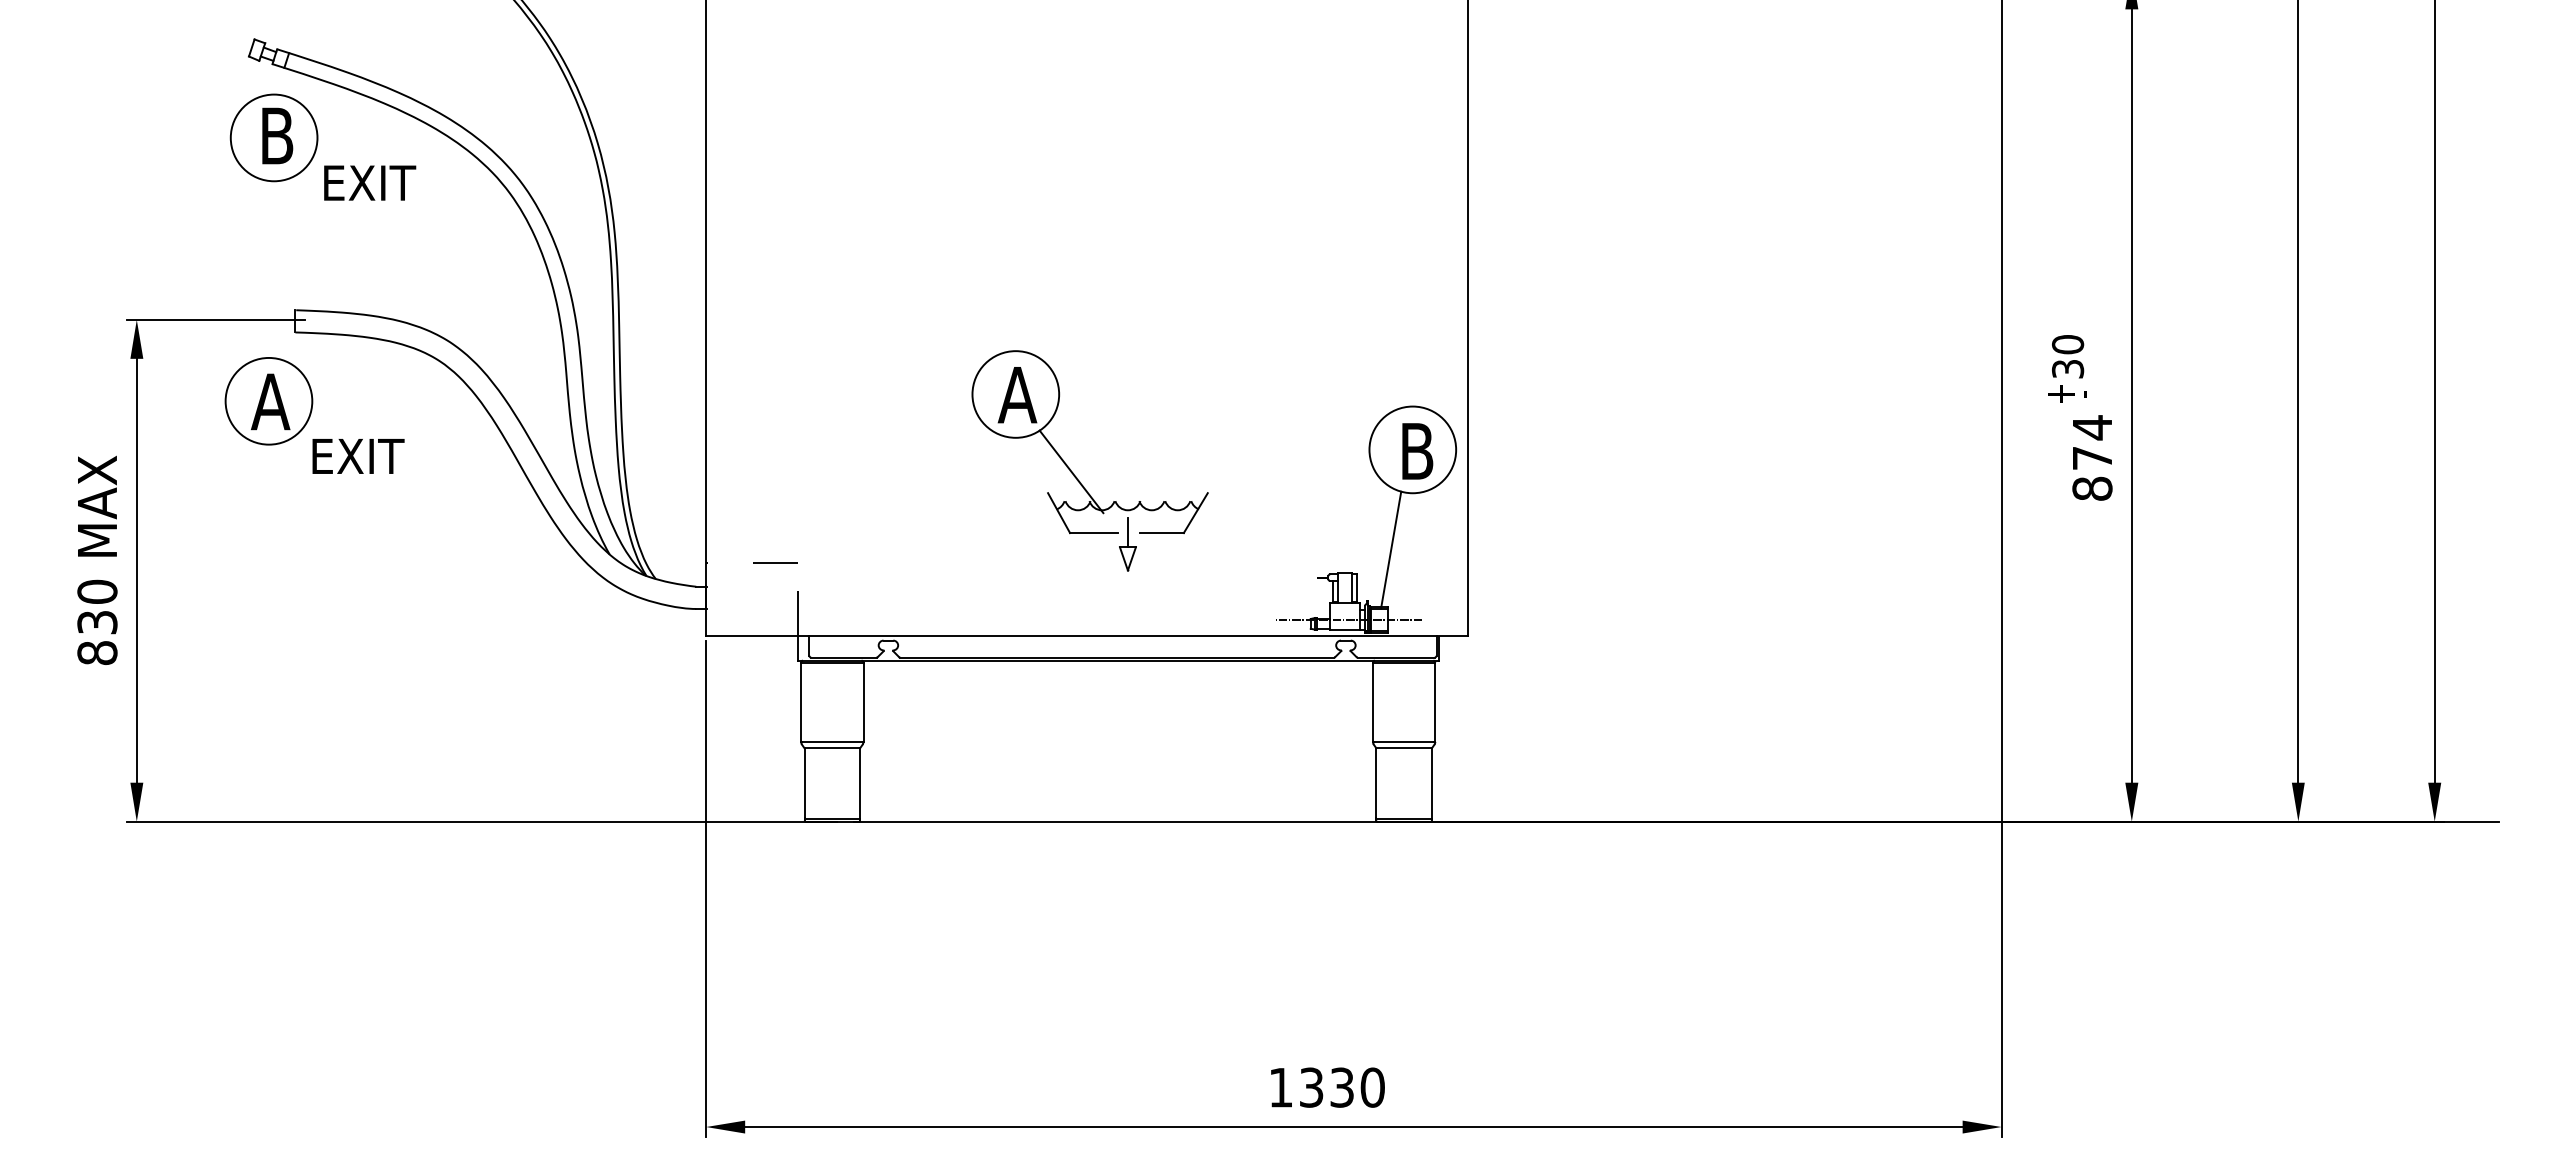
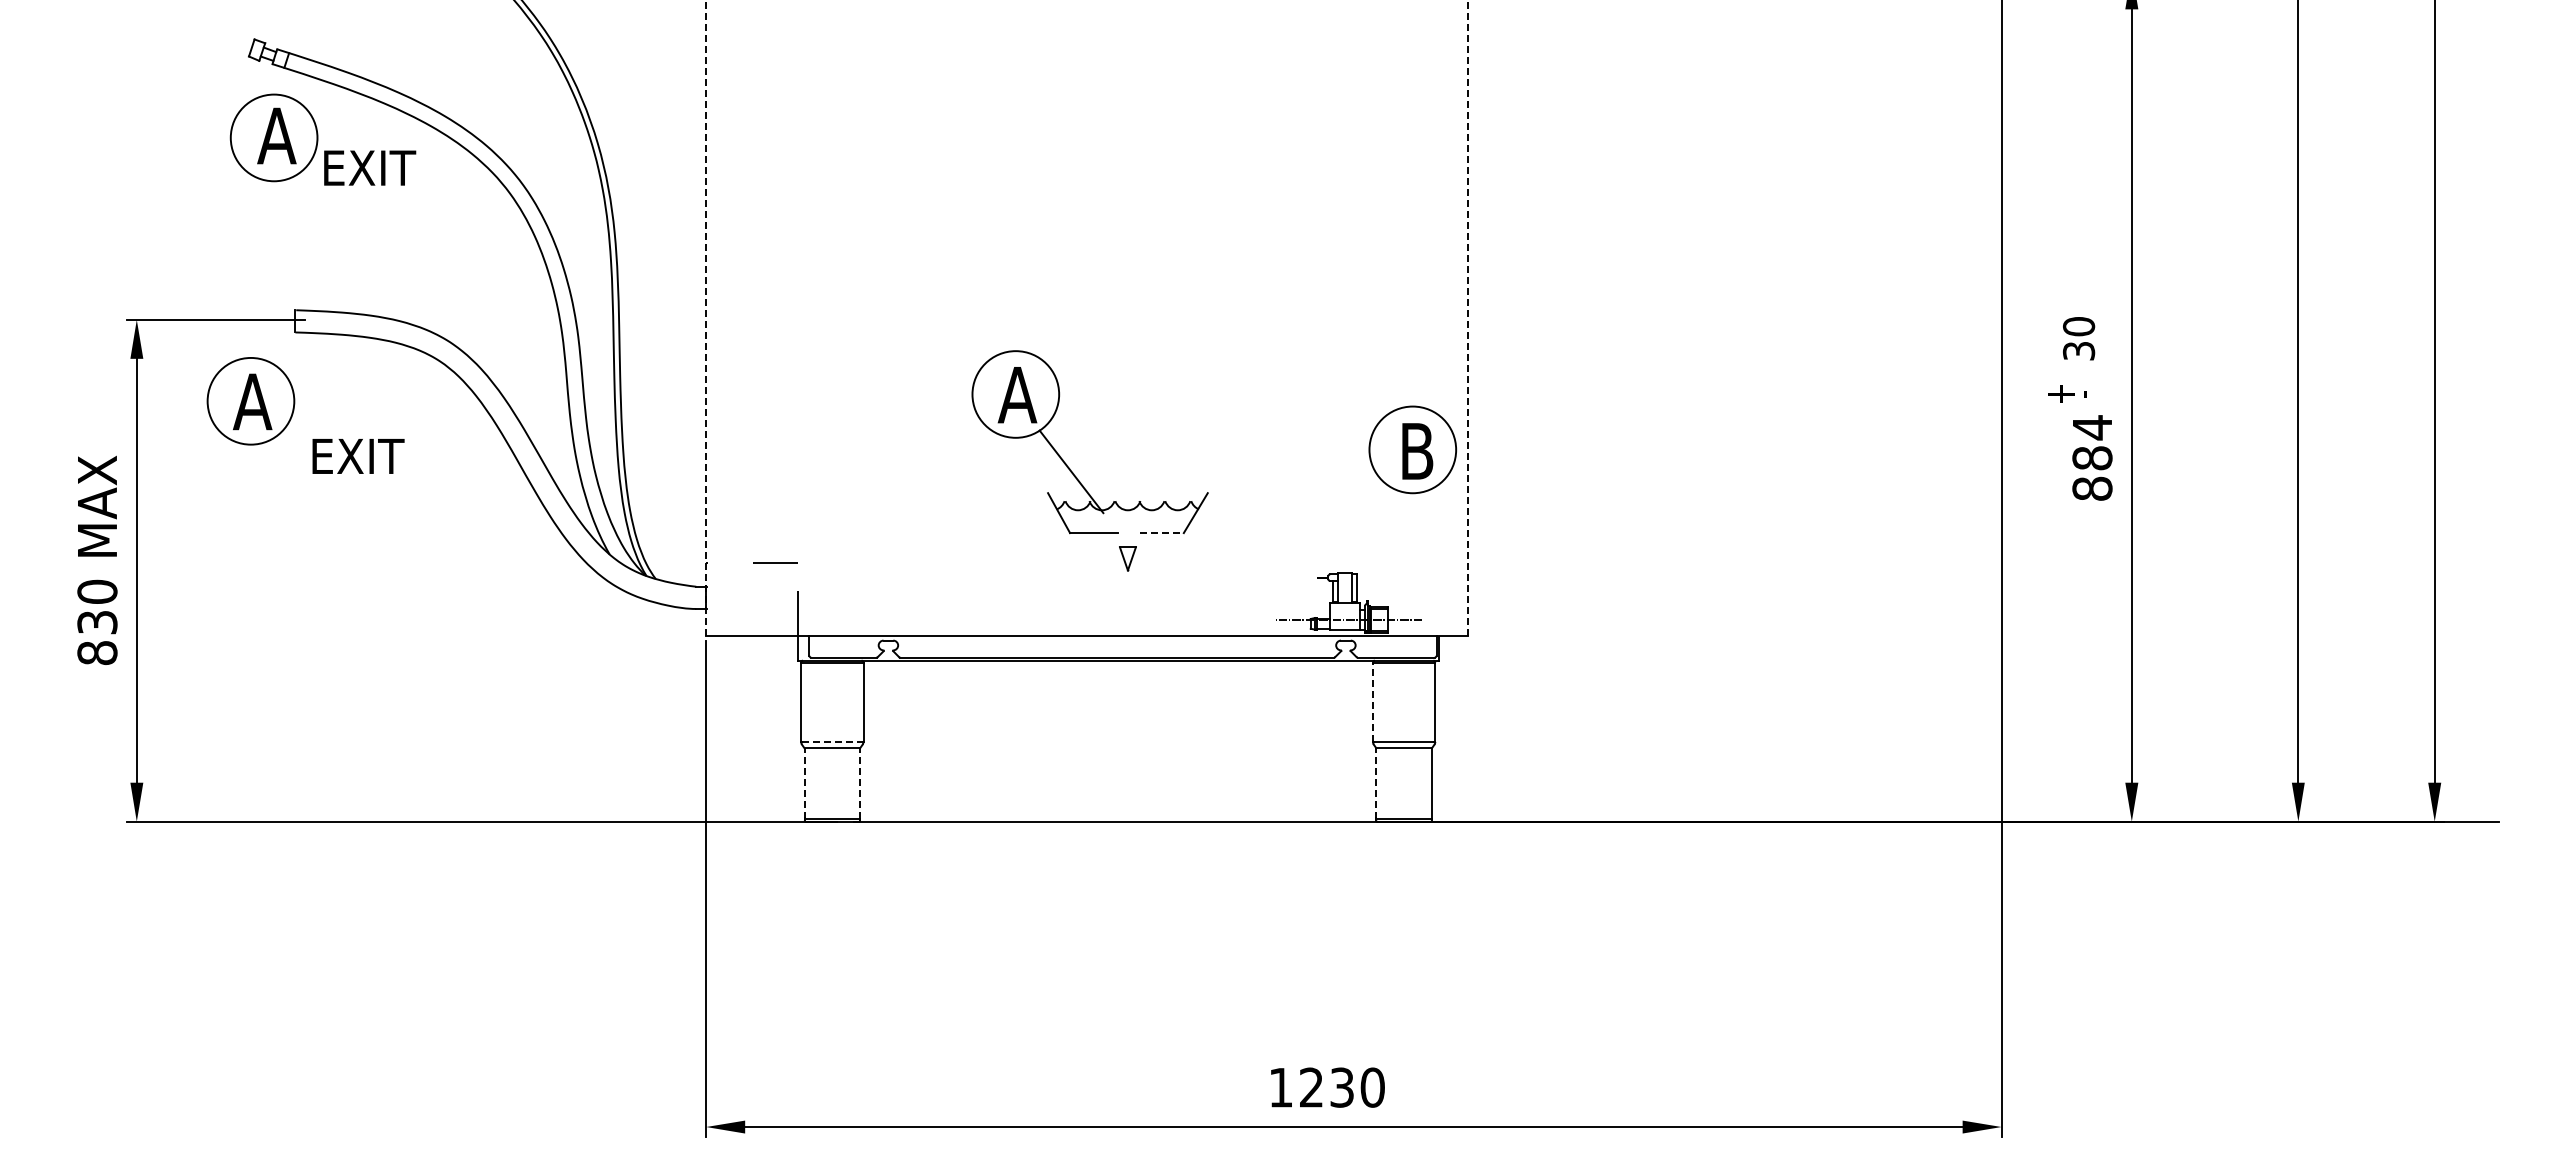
text at (276, 135): B -> A
text at (370, 182) position: (370, 182) -> (370, 167)
line at (706, 318): solid -> dashed
line at (1467, 318): solid -> dashed
text at (2068, 356) position: (2068, 356) -> (2079, 338)
part at (268, 401) position: (268, 401) -> (250, 401)
text at (2092, 458): 874 -> 884
line at (1127, 532): present -> none
line at (1161, 533): solid -> dashed
line at (1391, 549): present -> none
line at (1372, 702): solid -> dashed
line at (832, 741): solid -> dashed
line at (804, 783): solid -> dashed
line at (860, 783): solid -> dashed
line at (1376, 783): solid -> dashed
text at (1311, 1087): 1330 -> 1230
